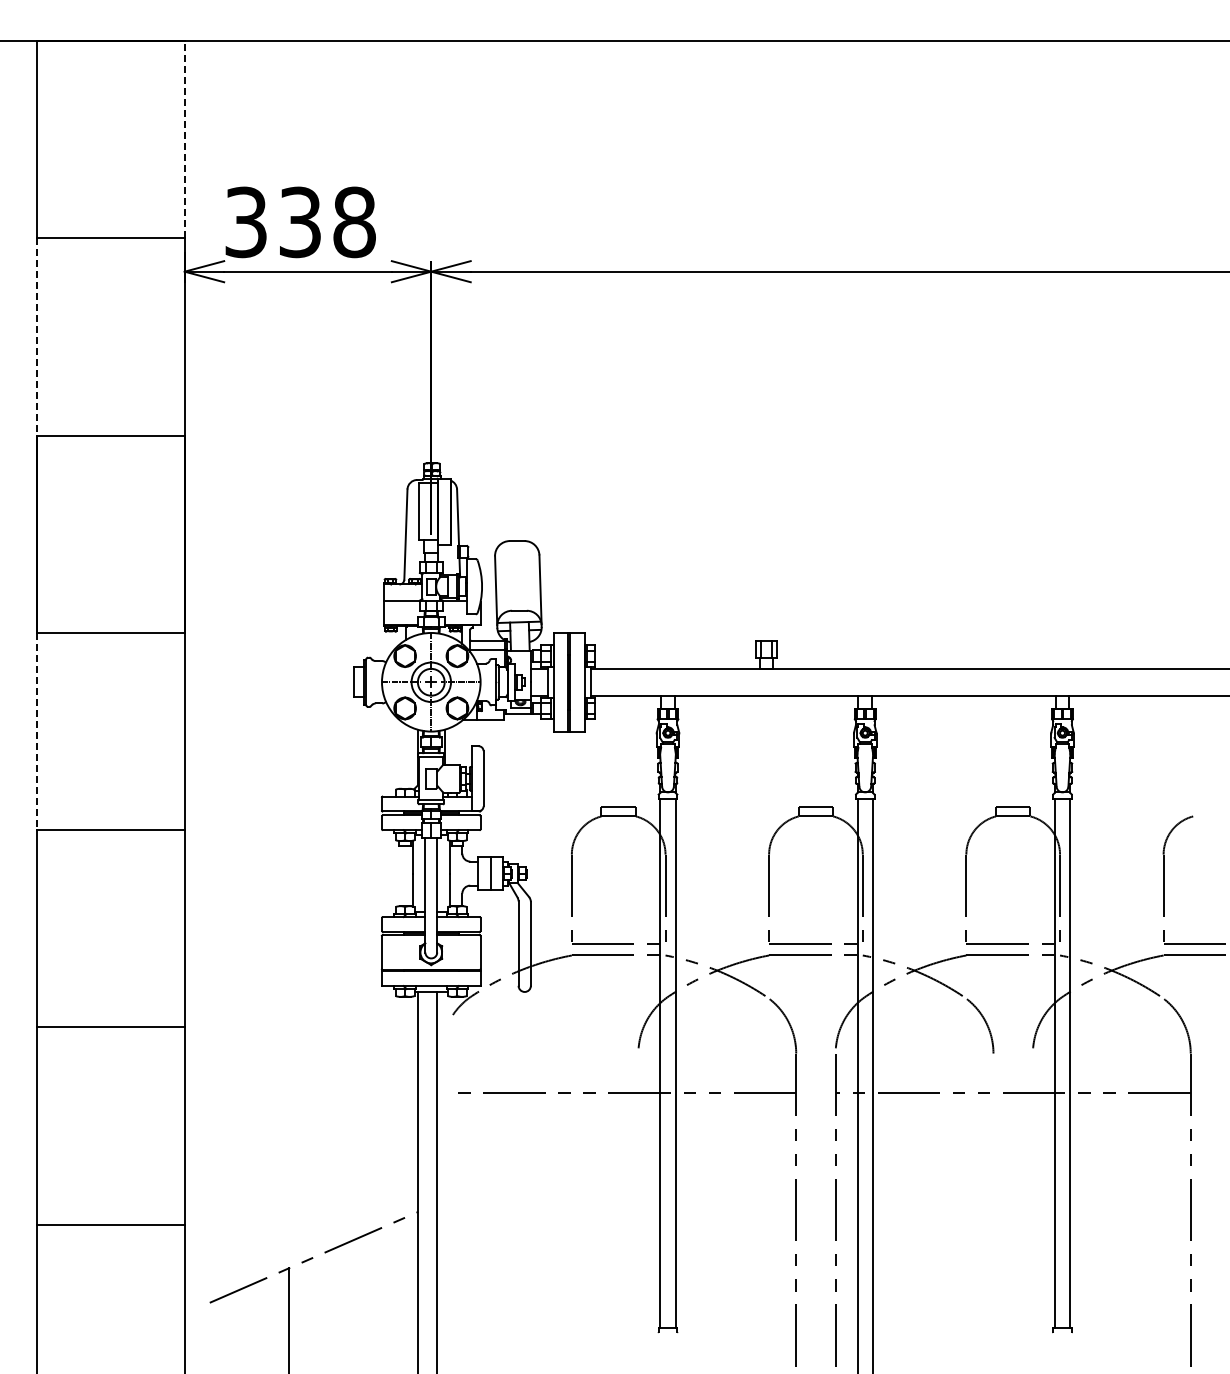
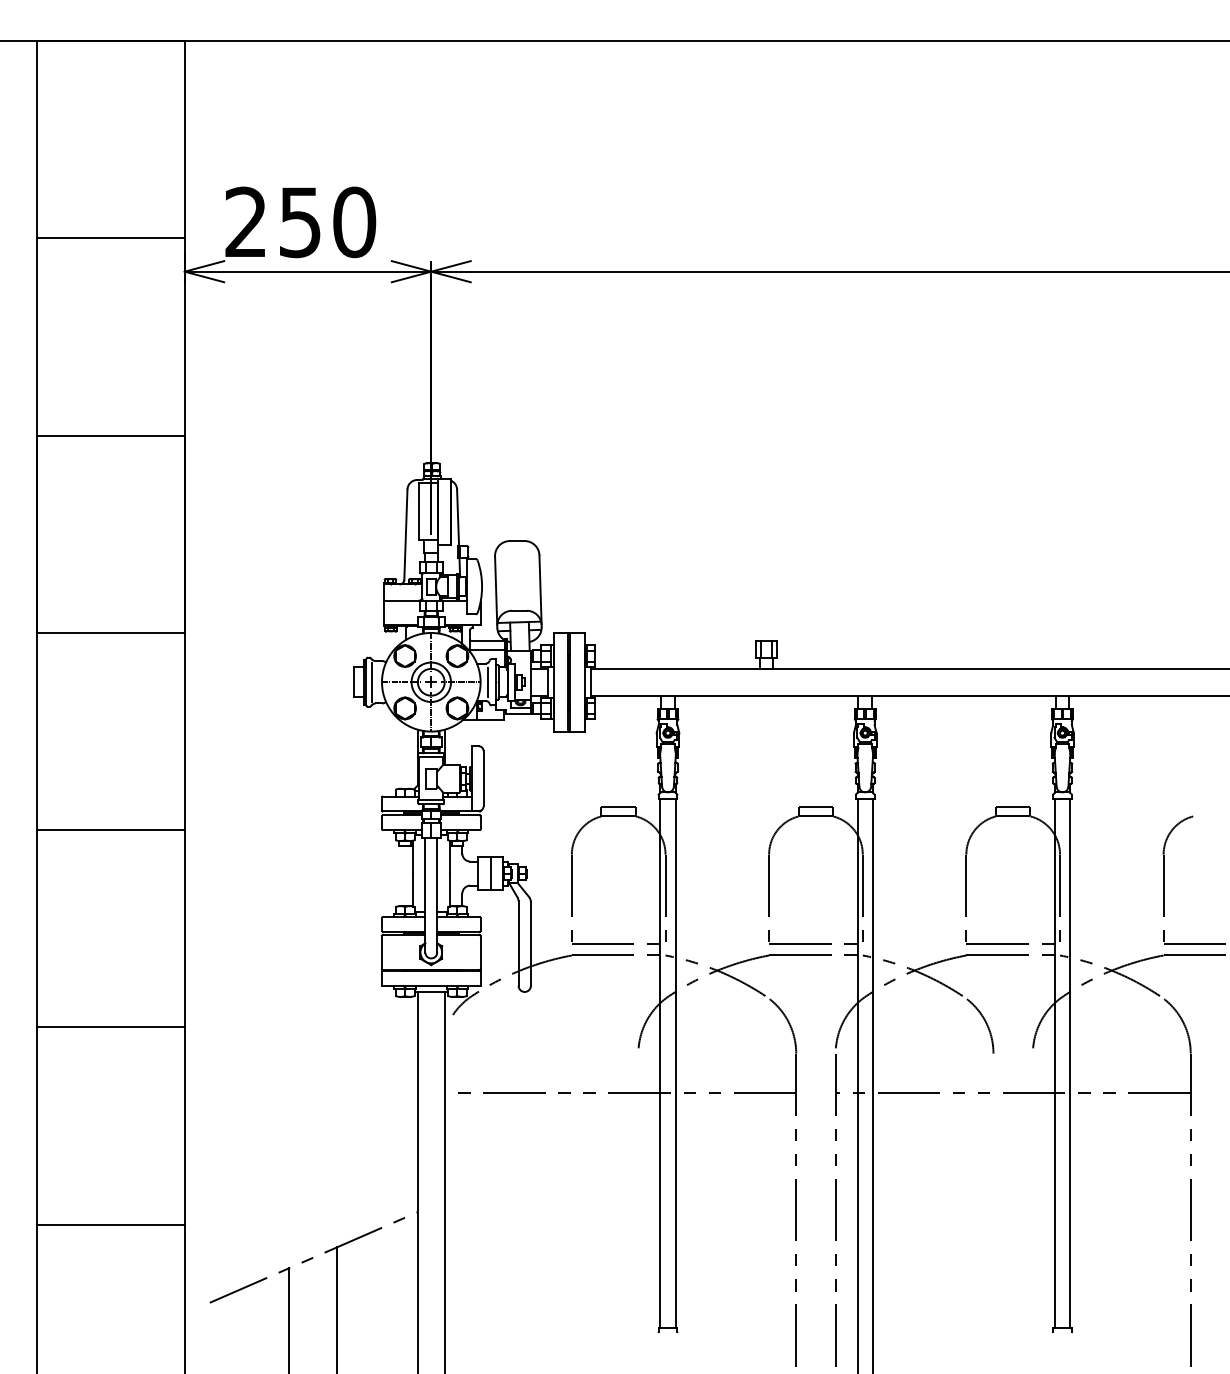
line at (184, 139): dashed -> solid
text at (300, 222): 338 -> 250
line at (36, 337): dashed -> solid
line at (372, 681): none -> present
line at (488, 681): none -> present
line at (36, 731): dashed -> solid
line at (436, 1180) position: (436, 1180) -> (444, 1180)
line at (336, 1308): none -> present
